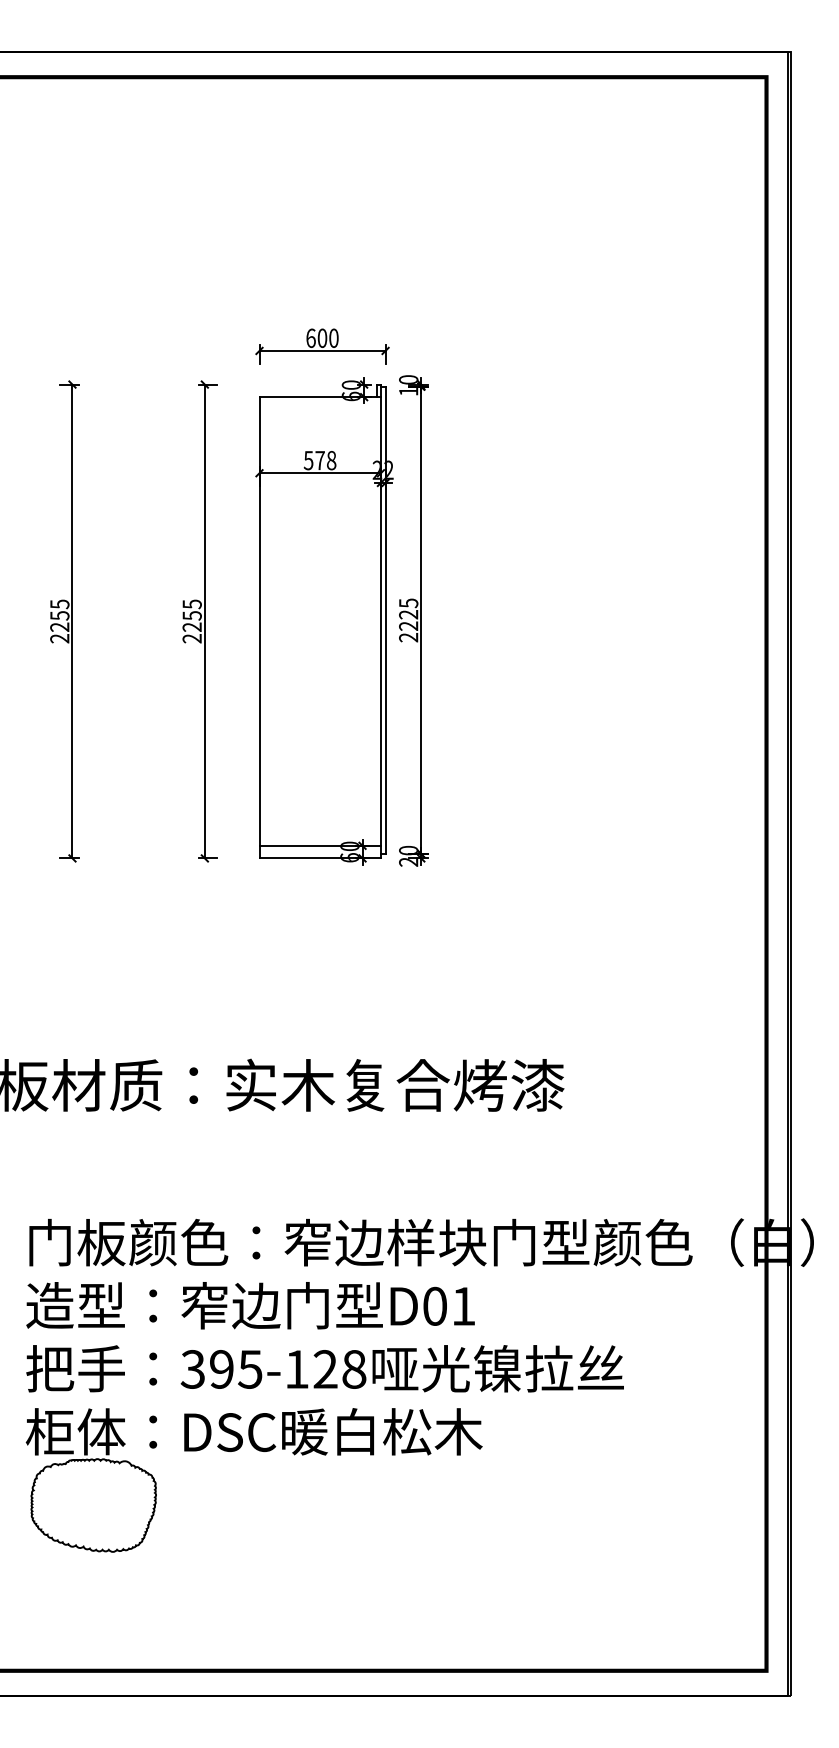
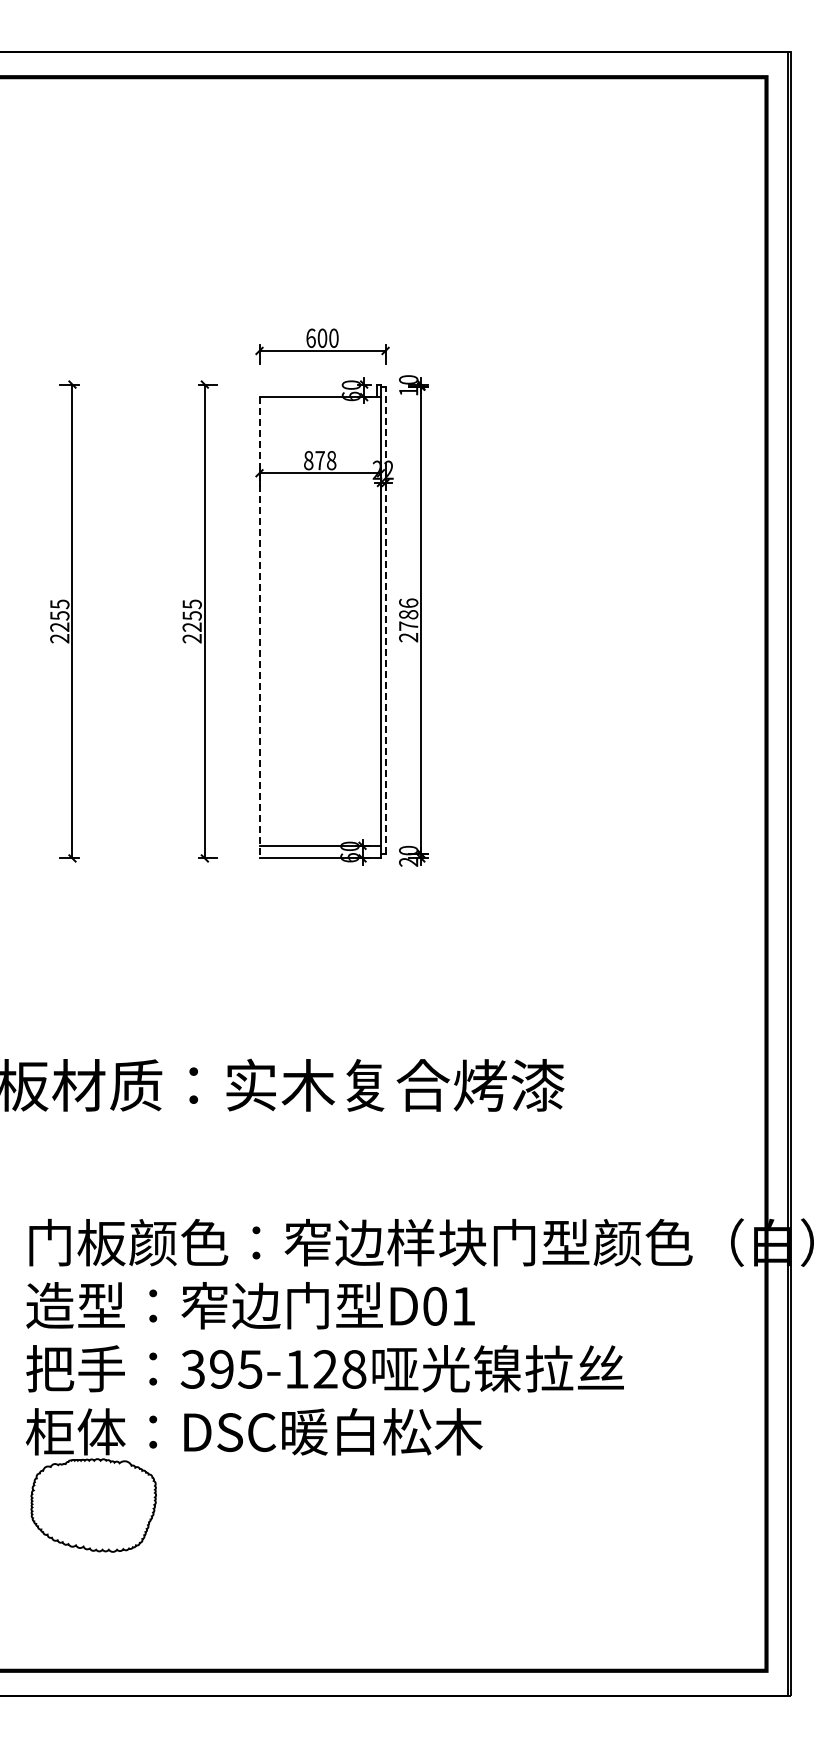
text at (308, 460): 578 -> 878
text at (408, 614): 2225 -> 2786
line at (385, 620): solid -> dashed
line at (259, 627): solid -> dashed
